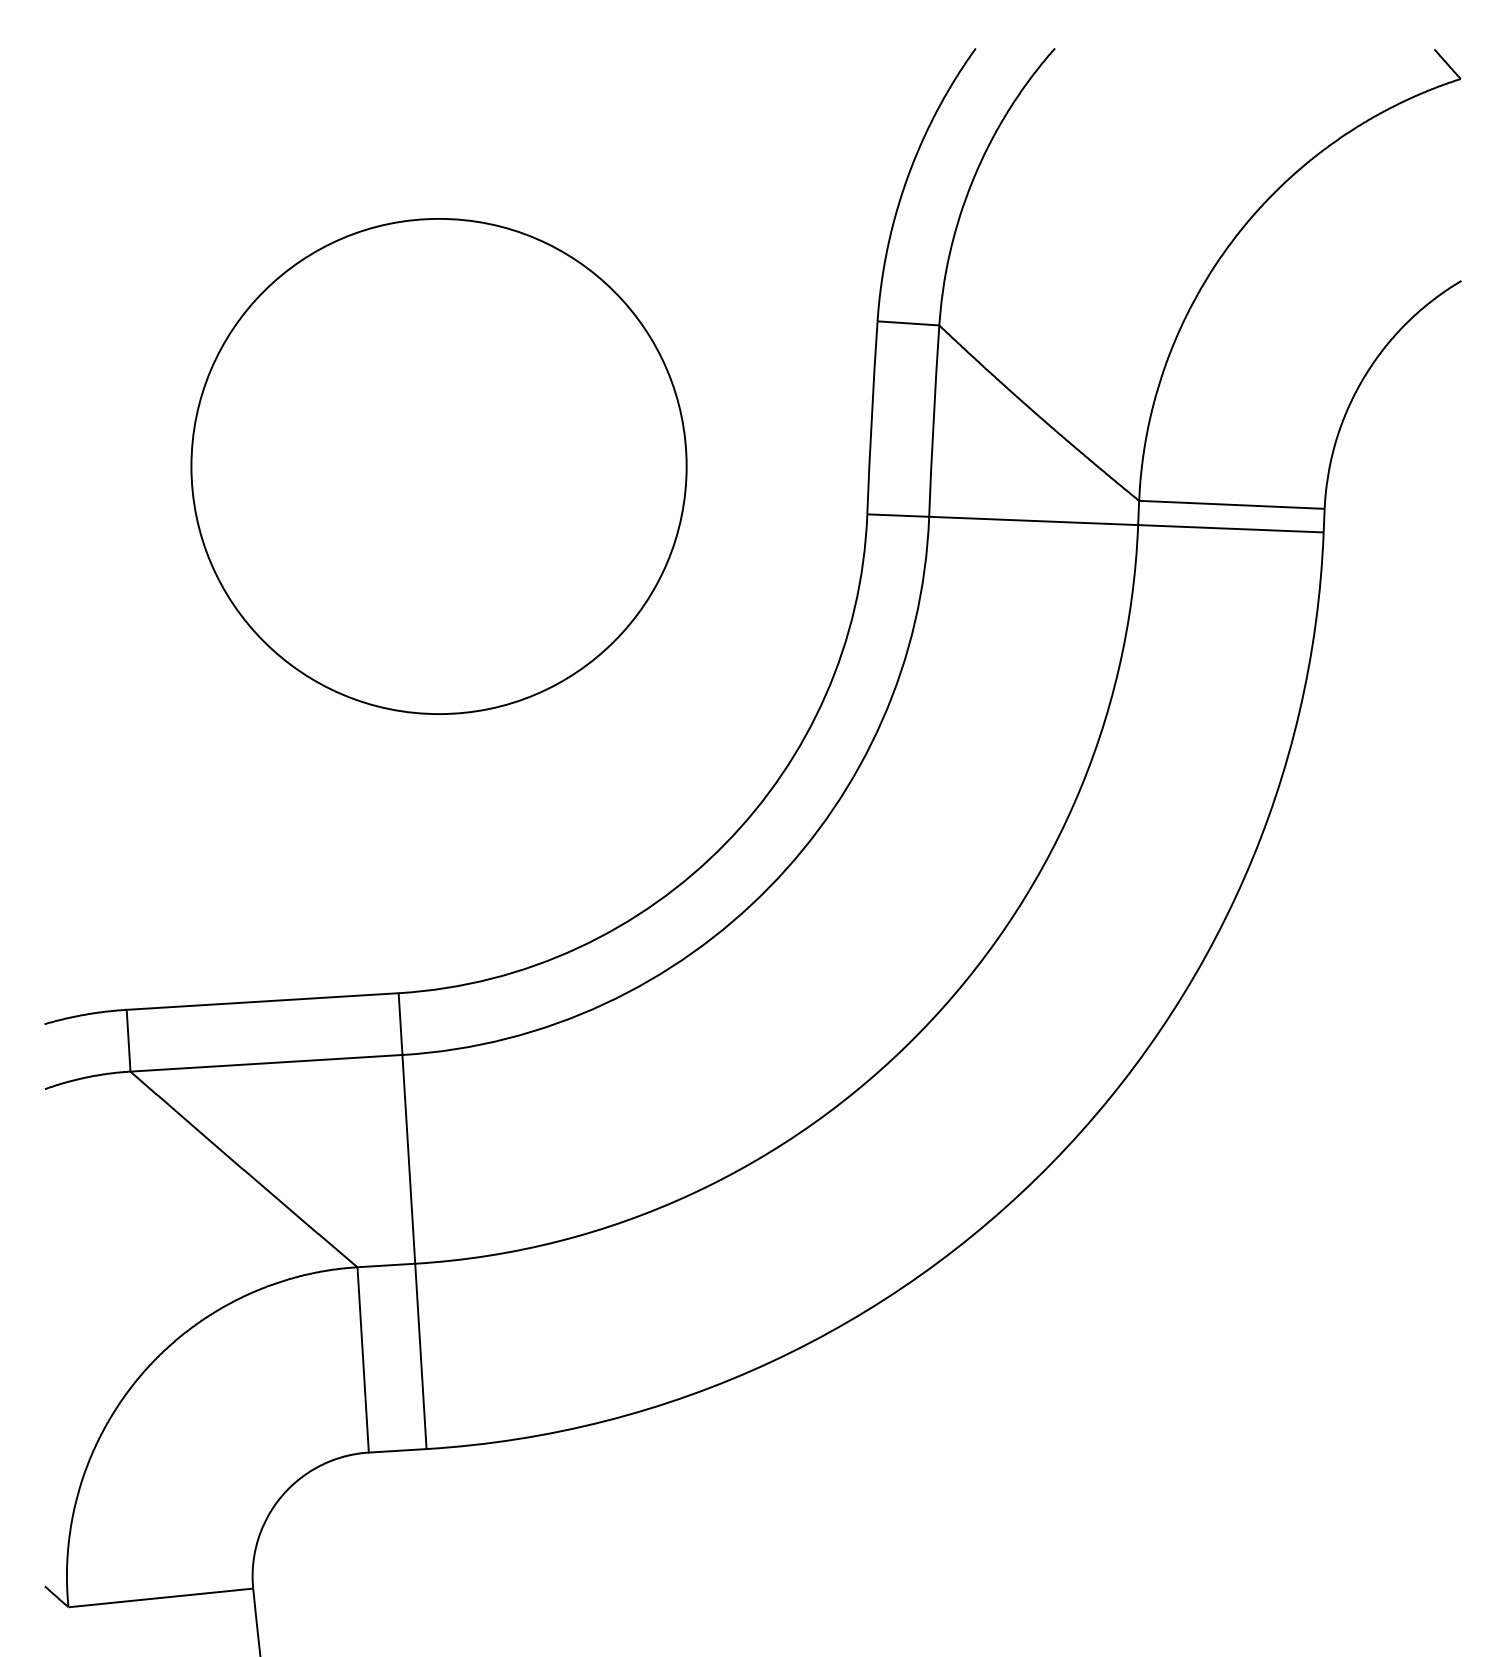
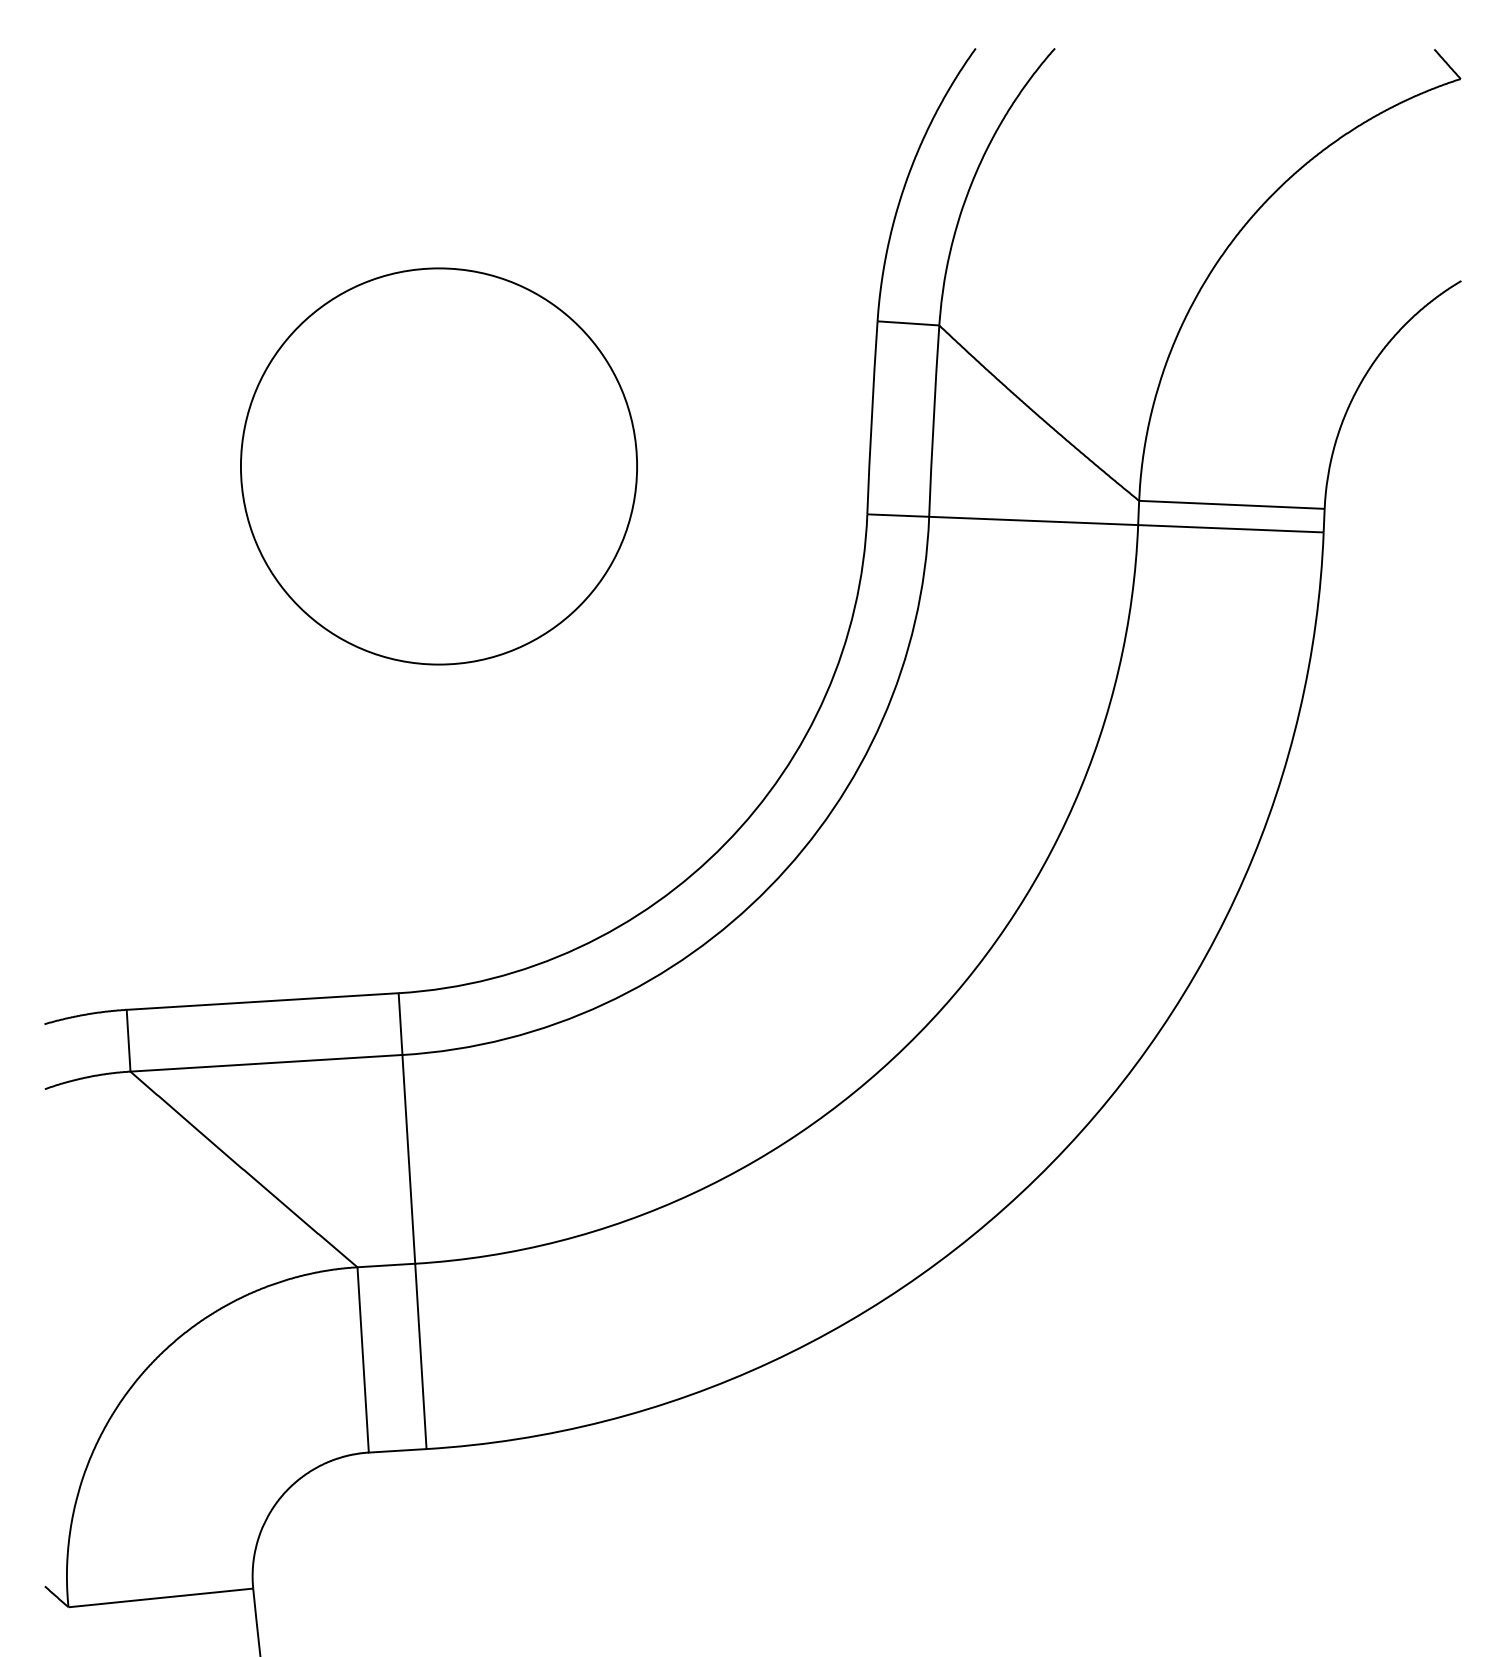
circle at (438, 466) size: 498x497 px -> 398x399 px
